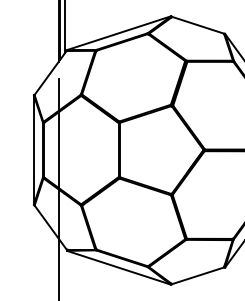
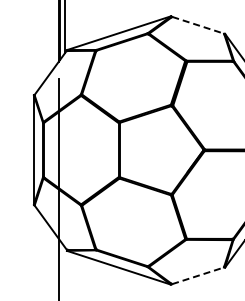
line at (198, 25): solid -> dashed
line at (198, 275): solid -> dashed
